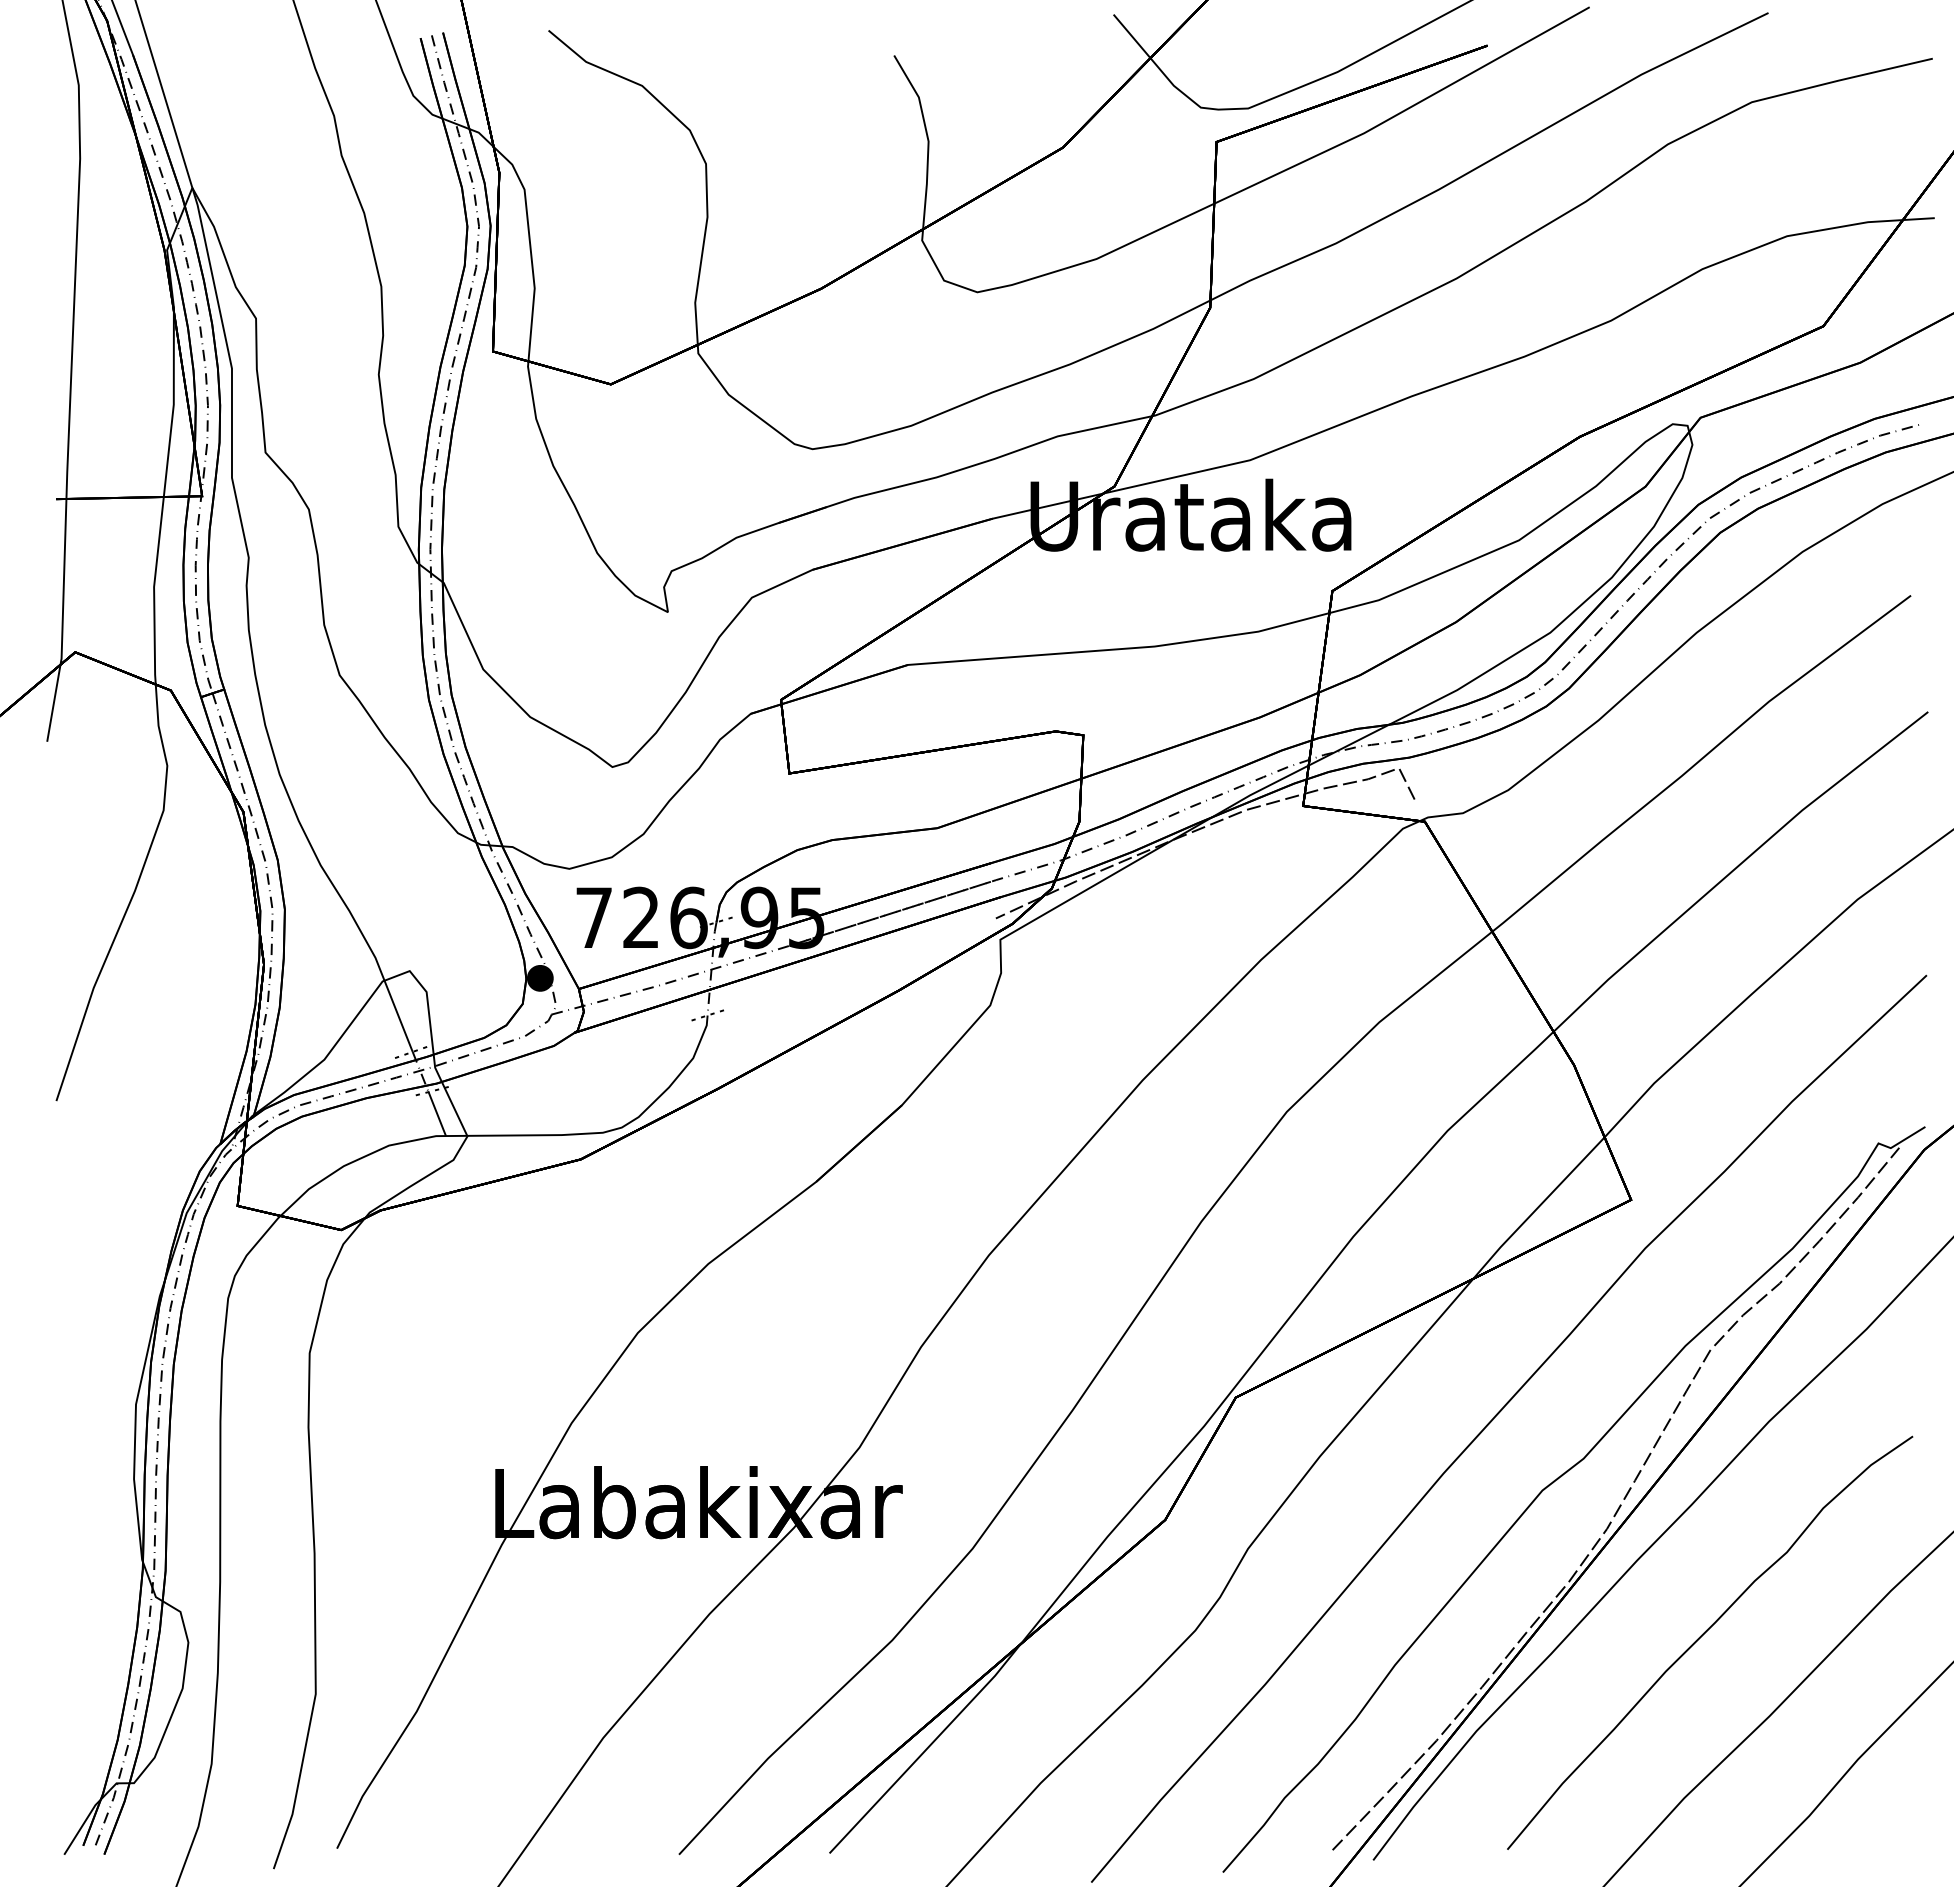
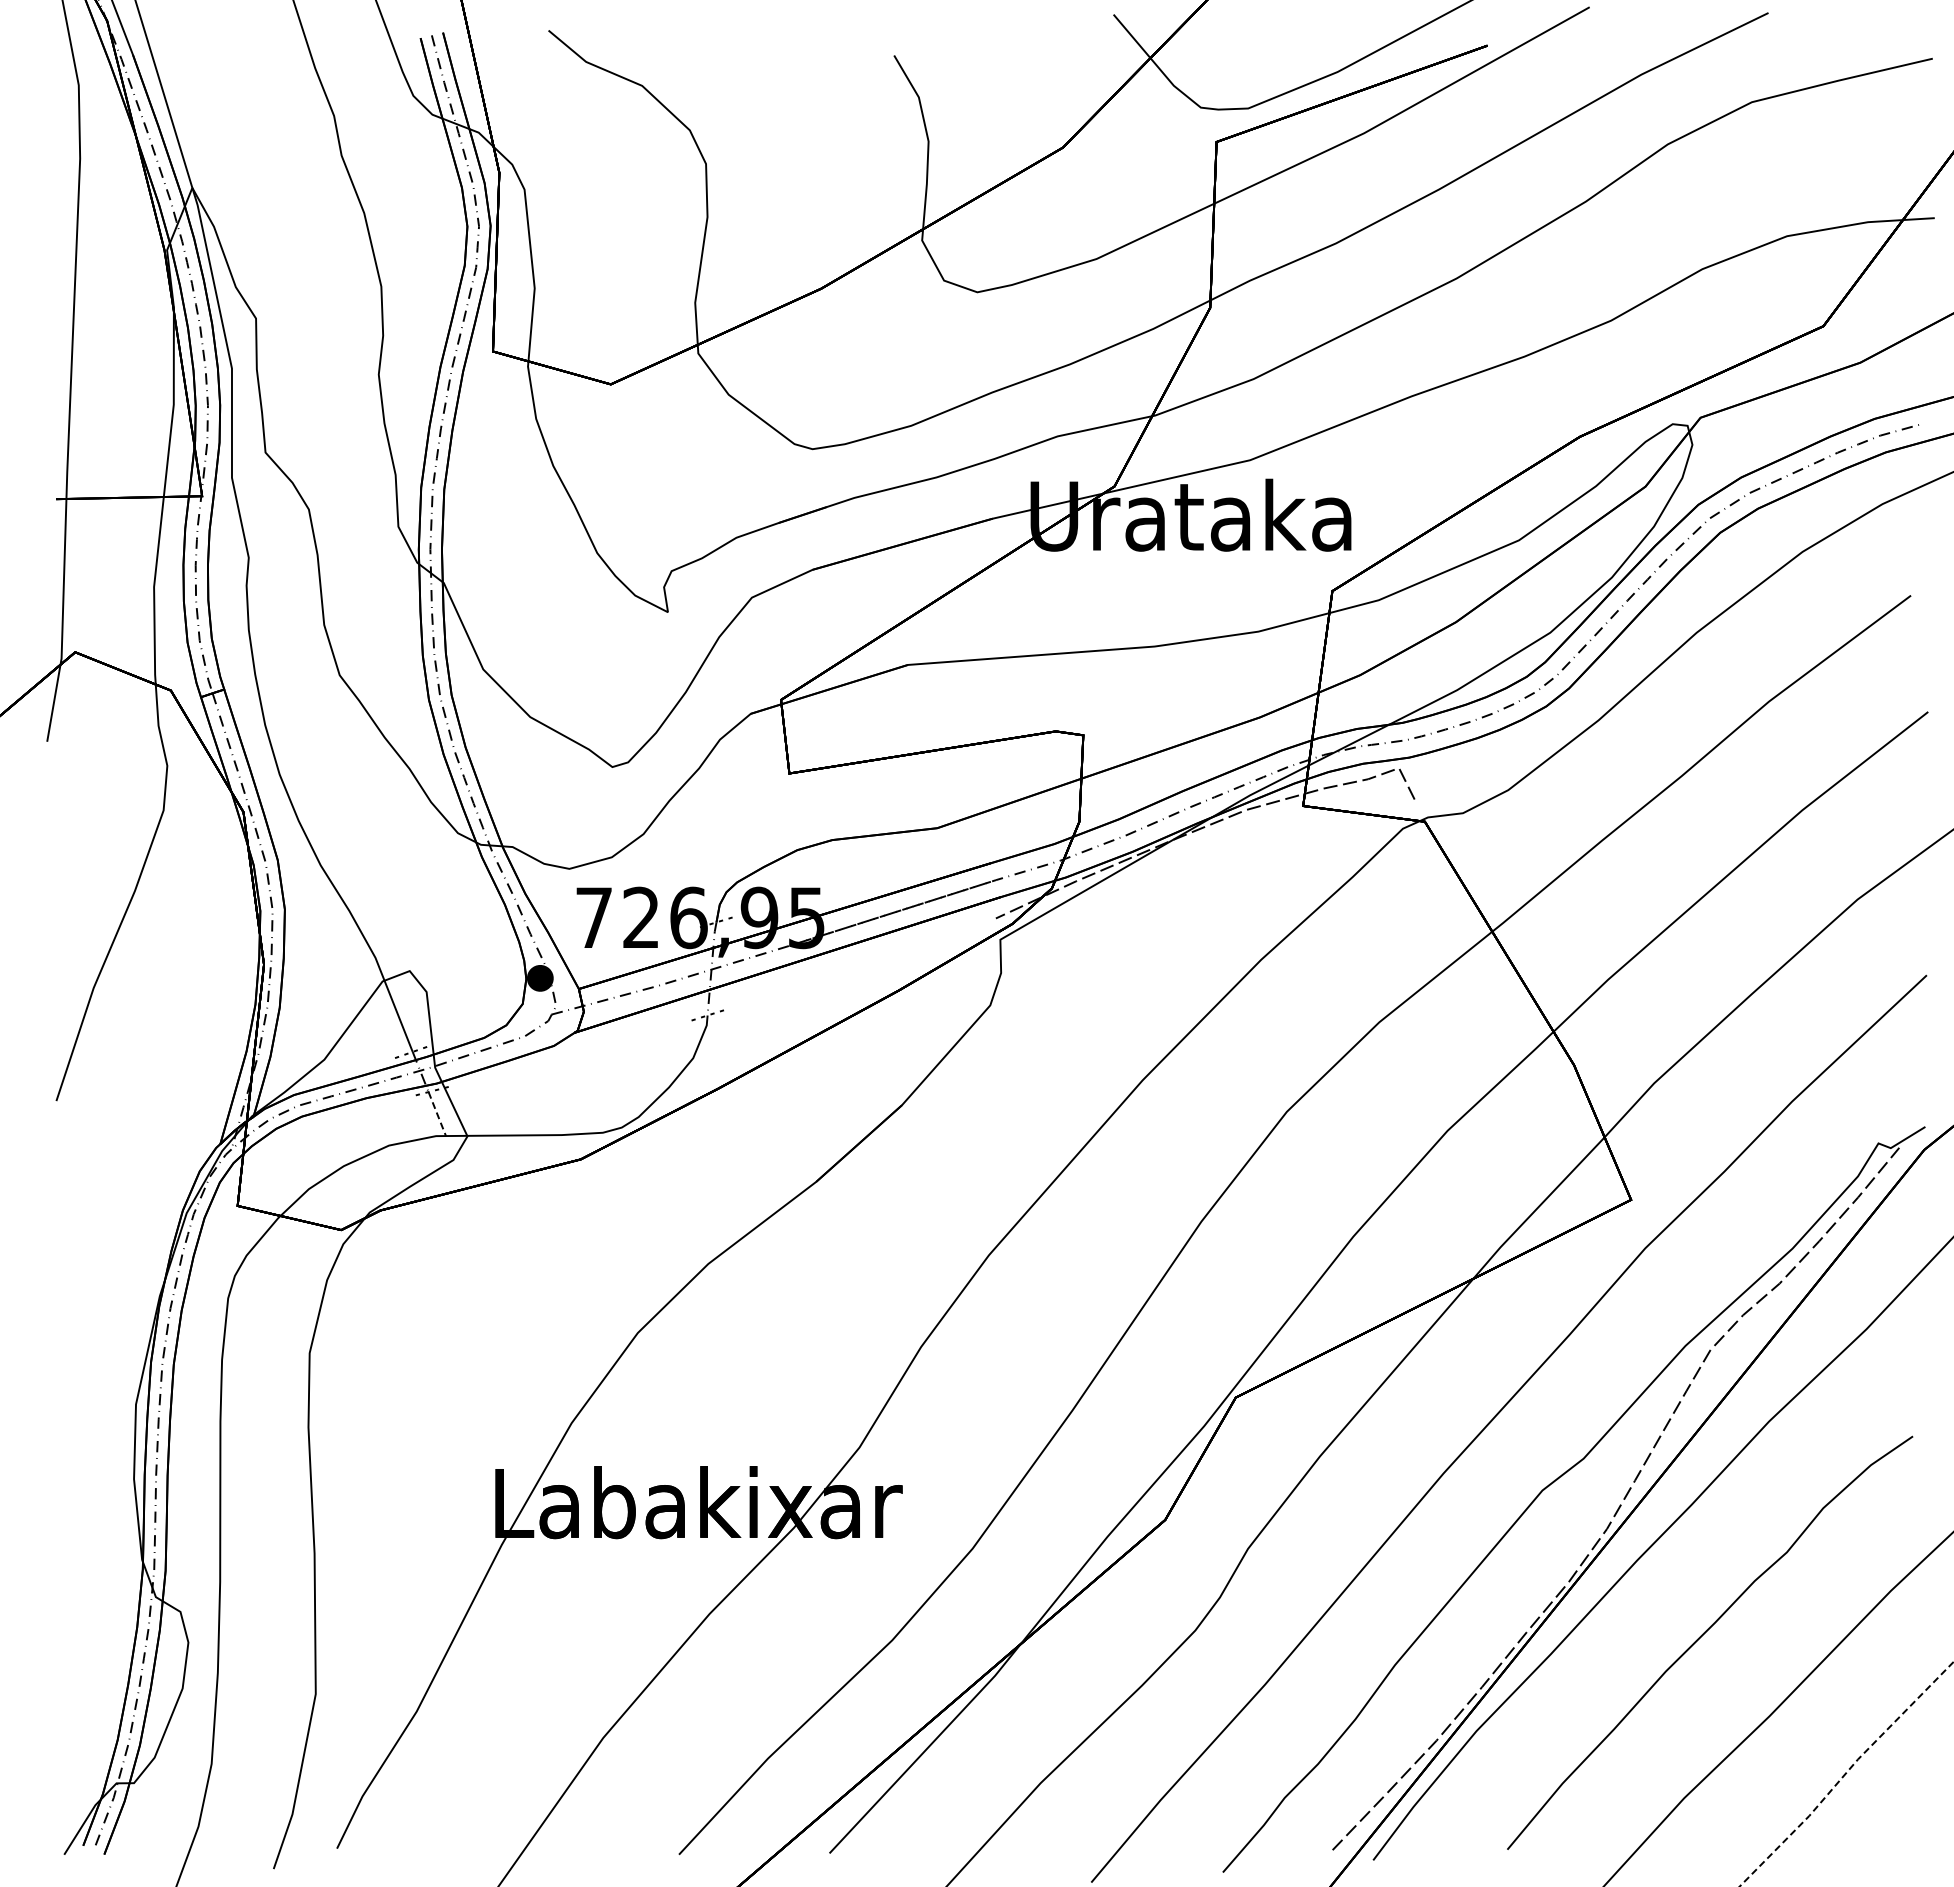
line at (437, 1114): solid -> dashed
line at (1846, 1773): solid -> dashed
